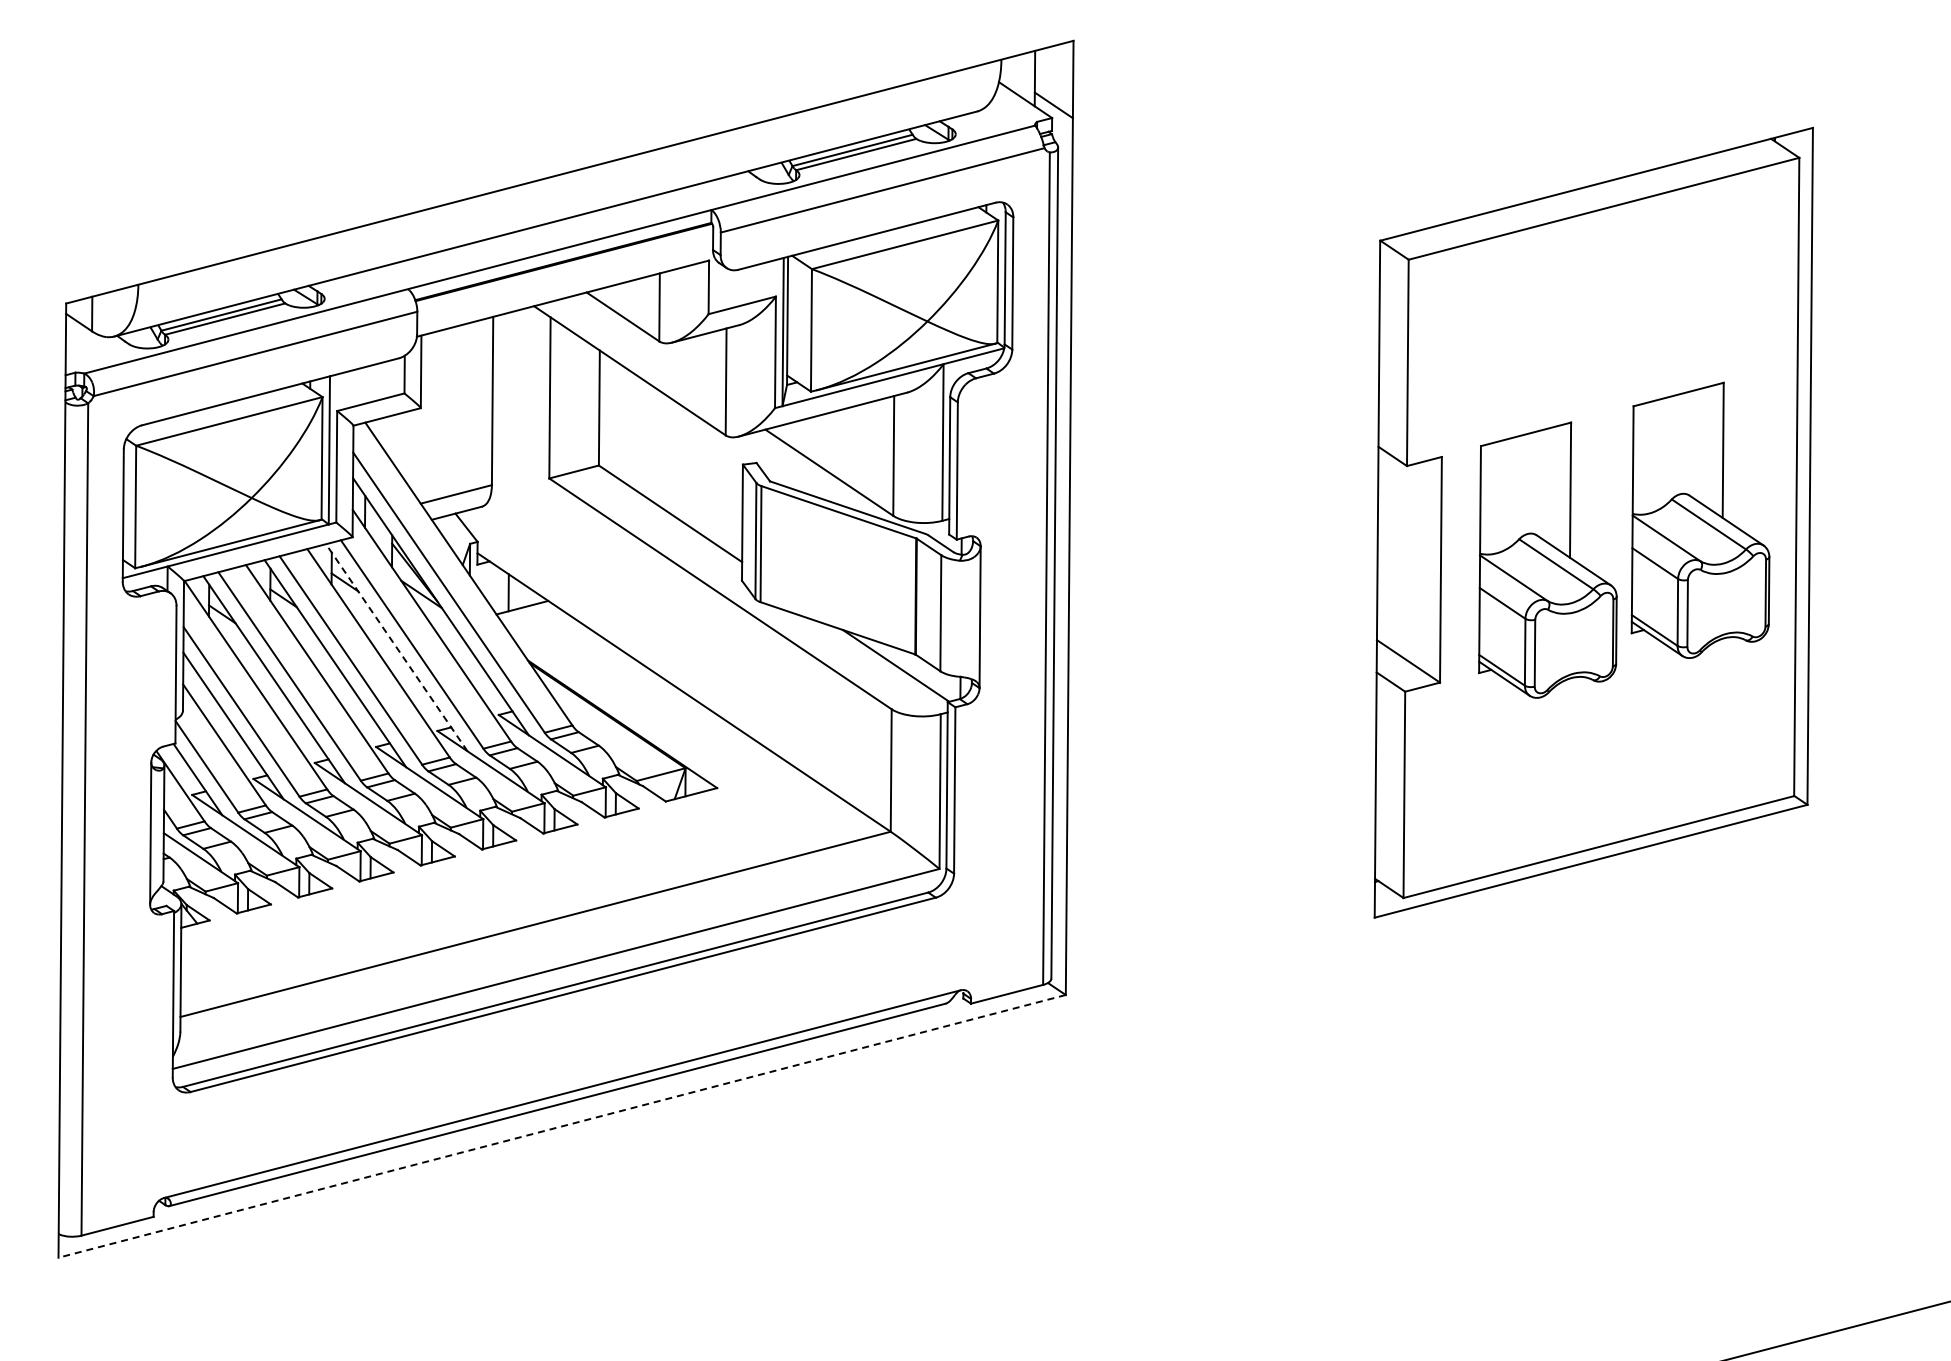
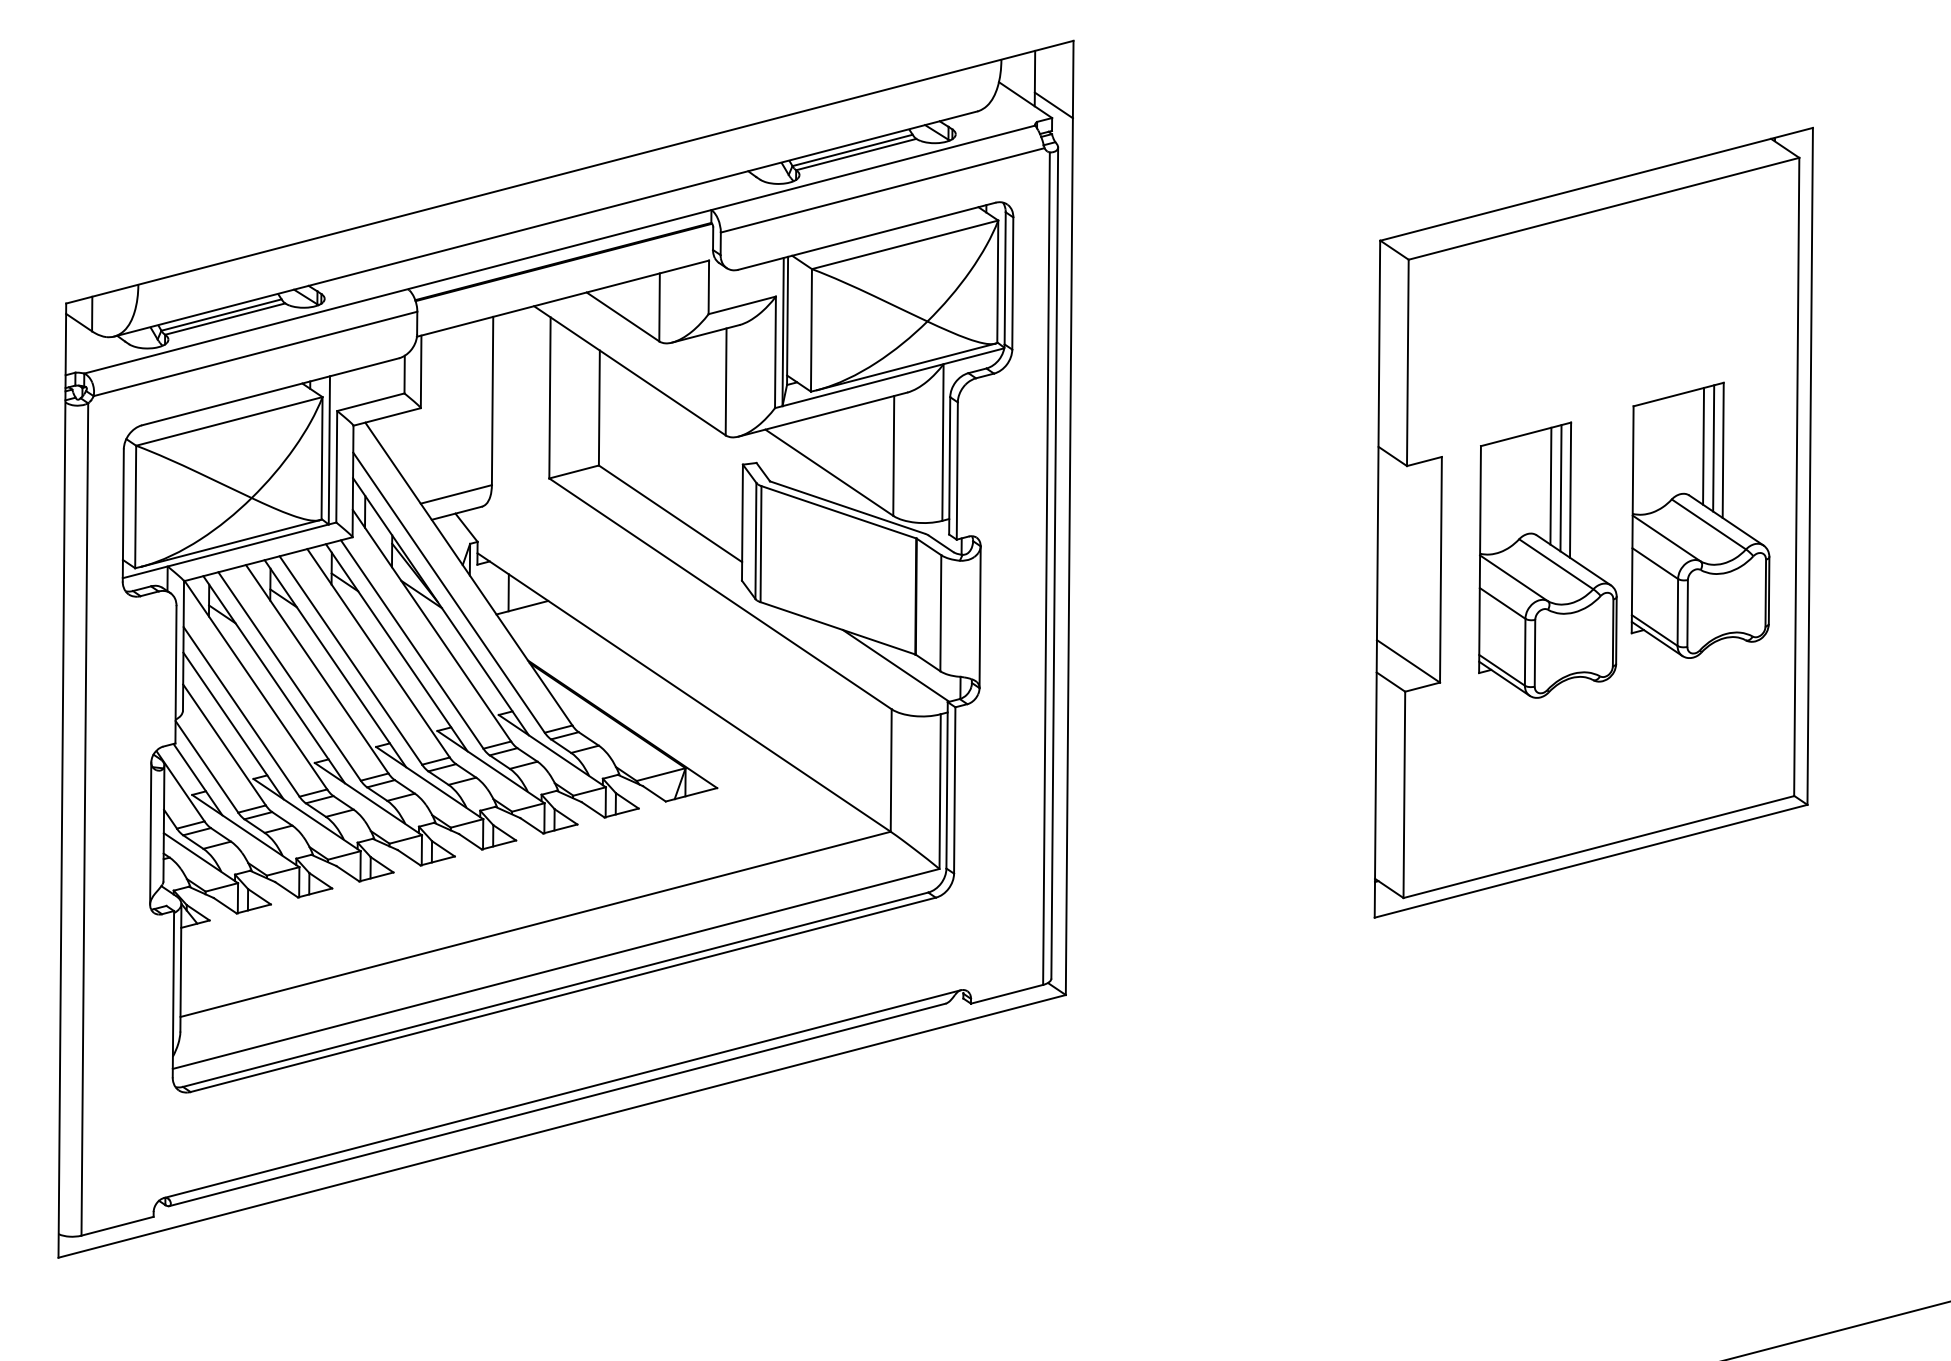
line at (1703, 445): none -> present
line at (1713, 448): none -> present
line at (1550, 485): none -> present
line at (1560, 488): none -> present
line at (396, 647): dashed -> solid
line at (562, 1126): dashed -> solid
